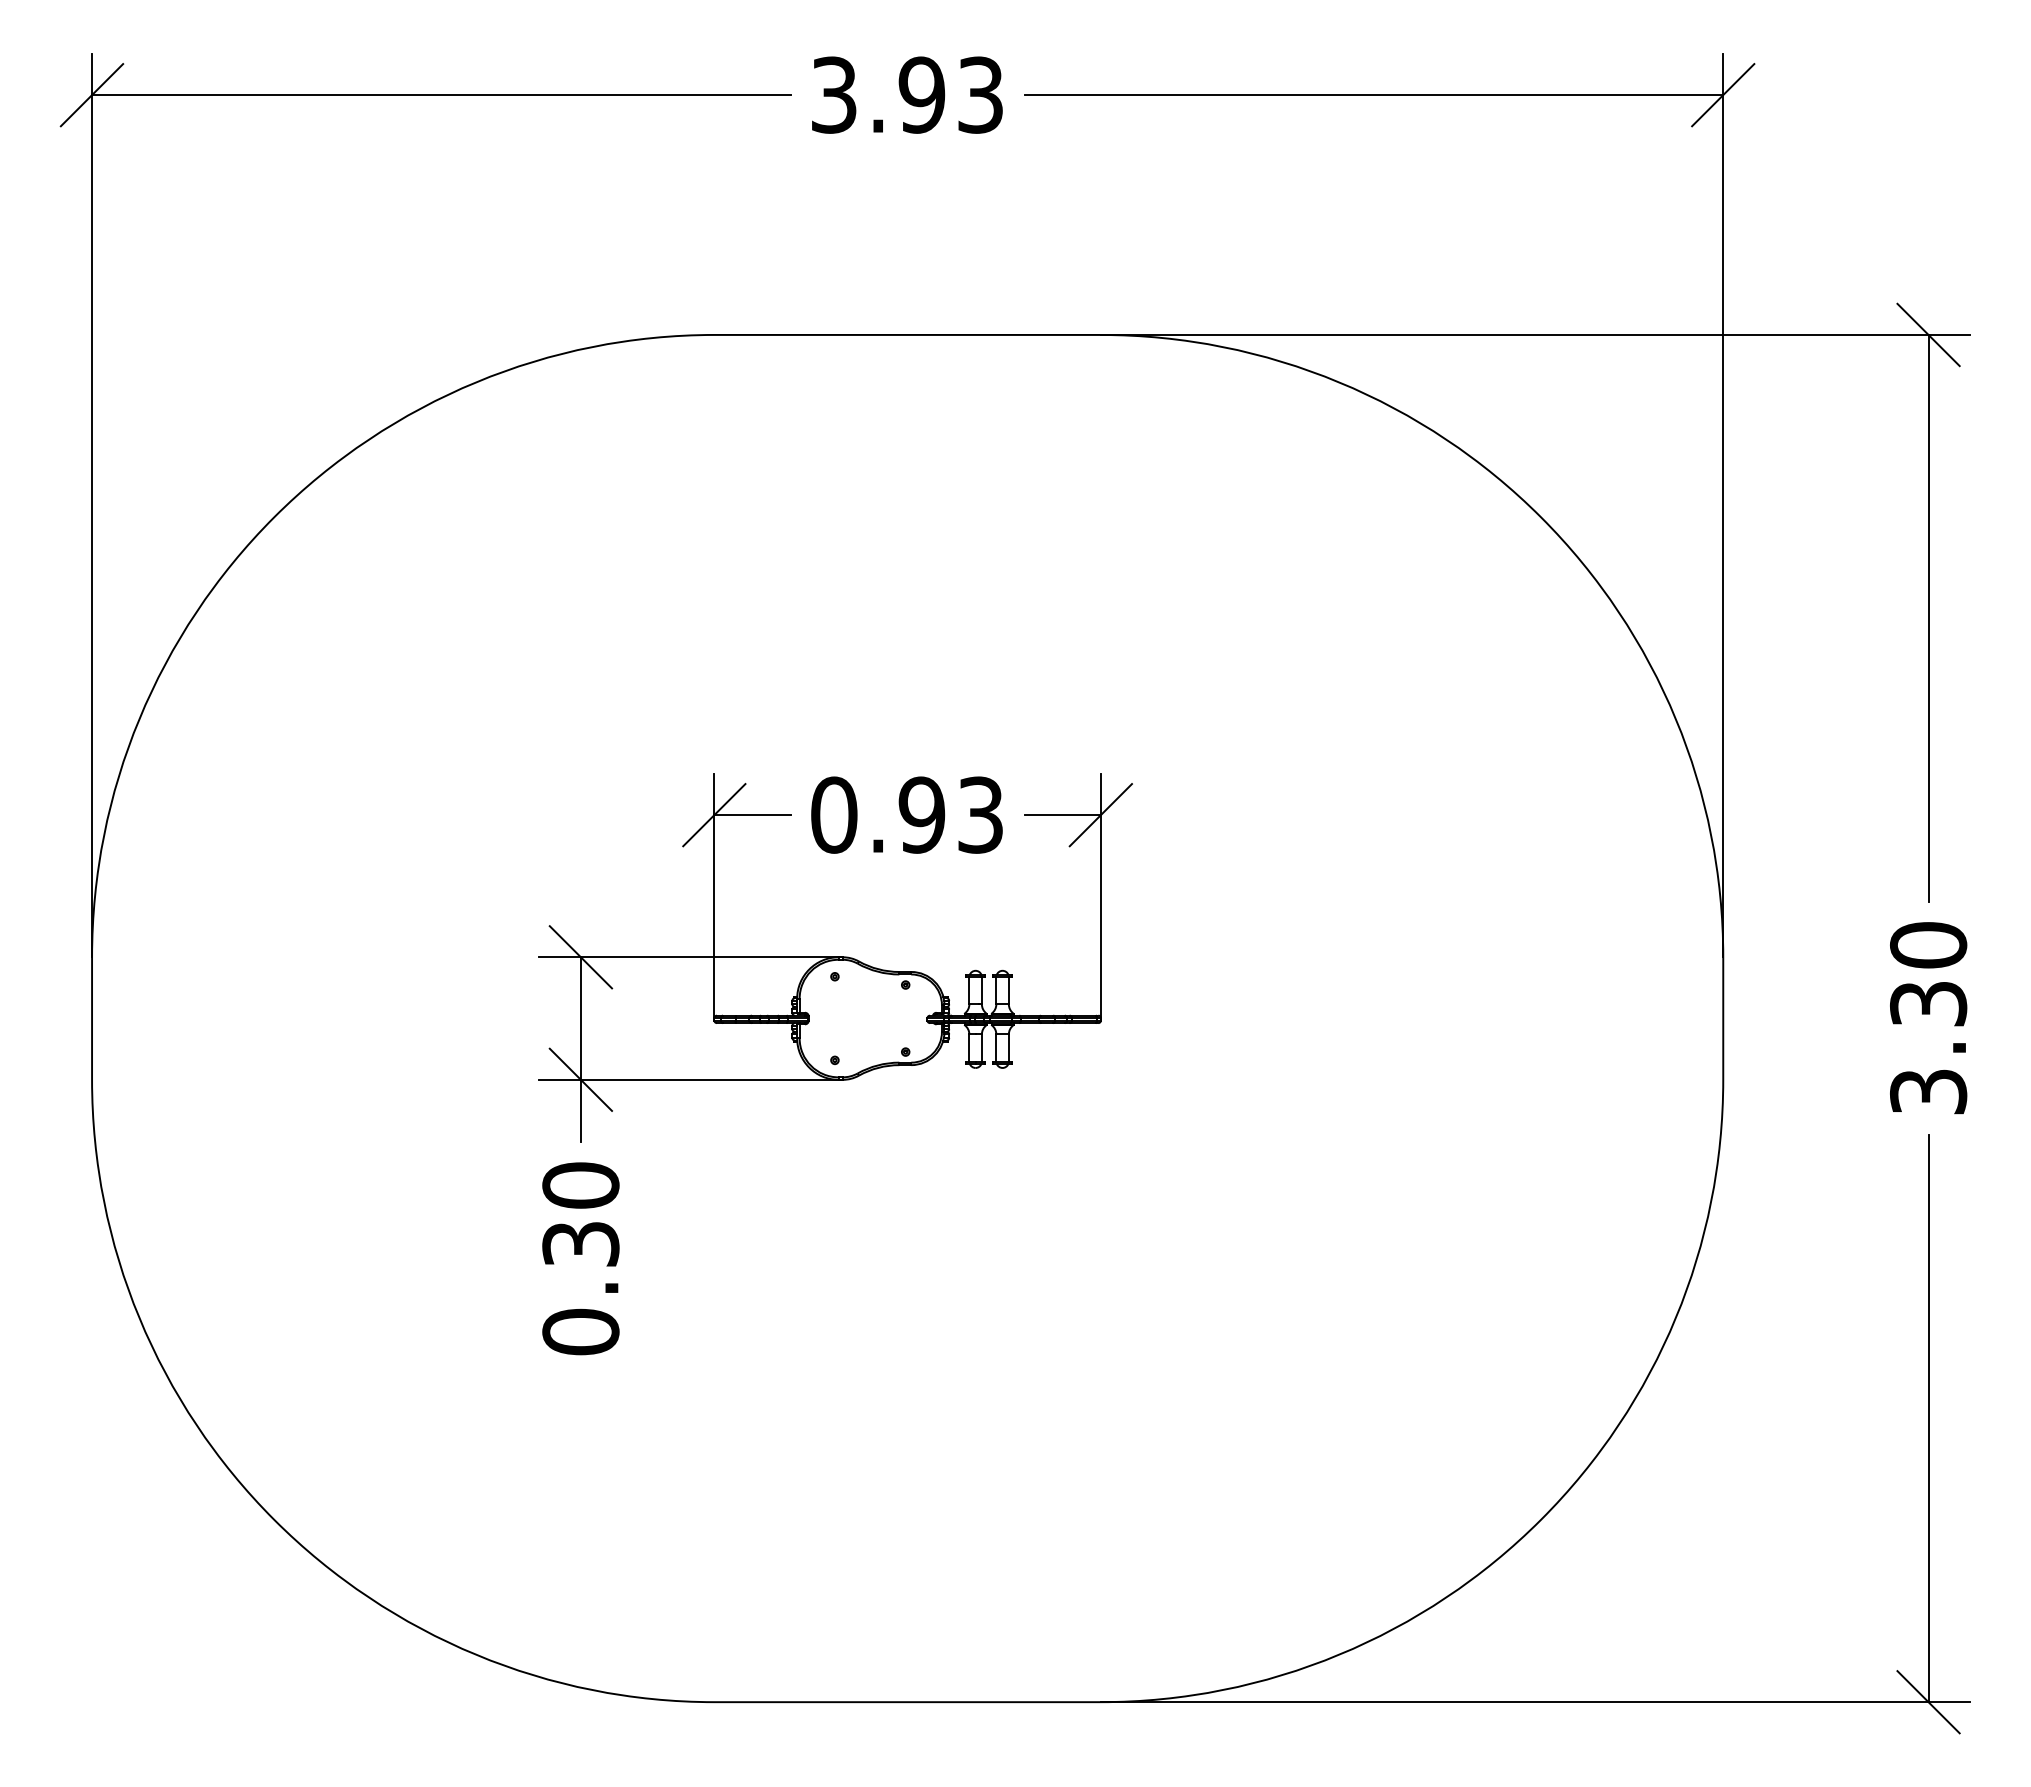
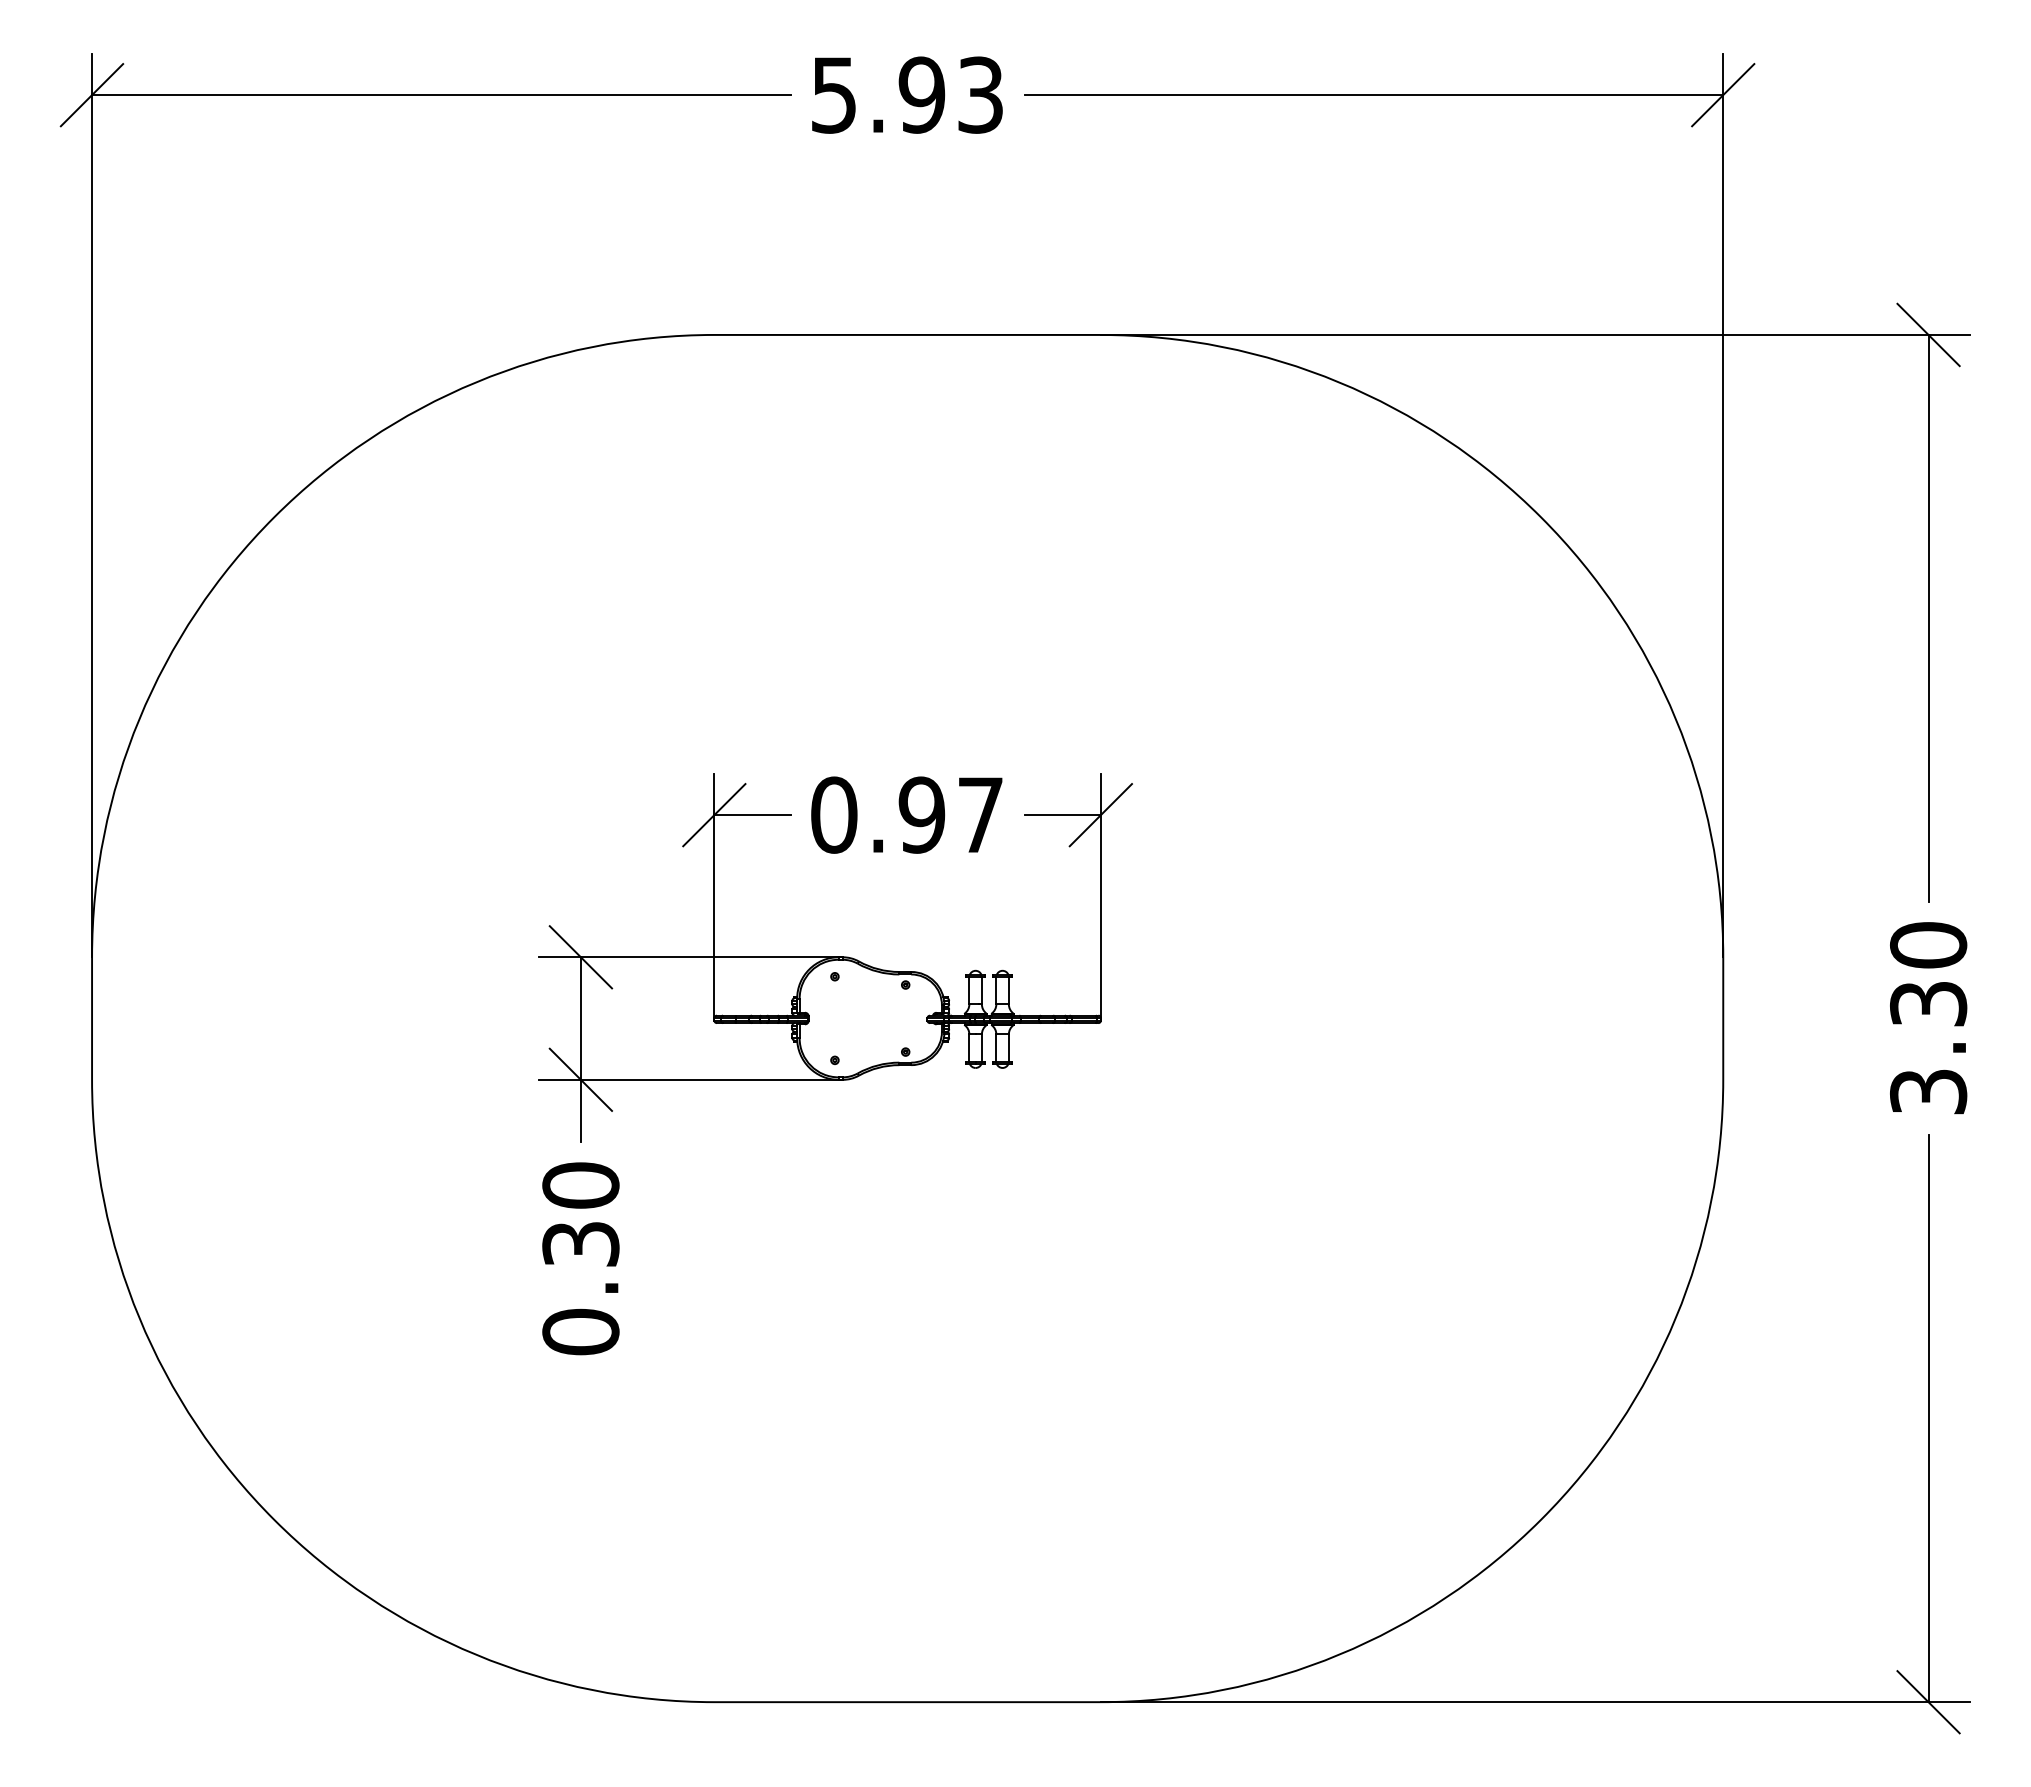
text at (834, 94): 3.93 -> 5.93
text at (980, 814): 0.93 -> 0.97
